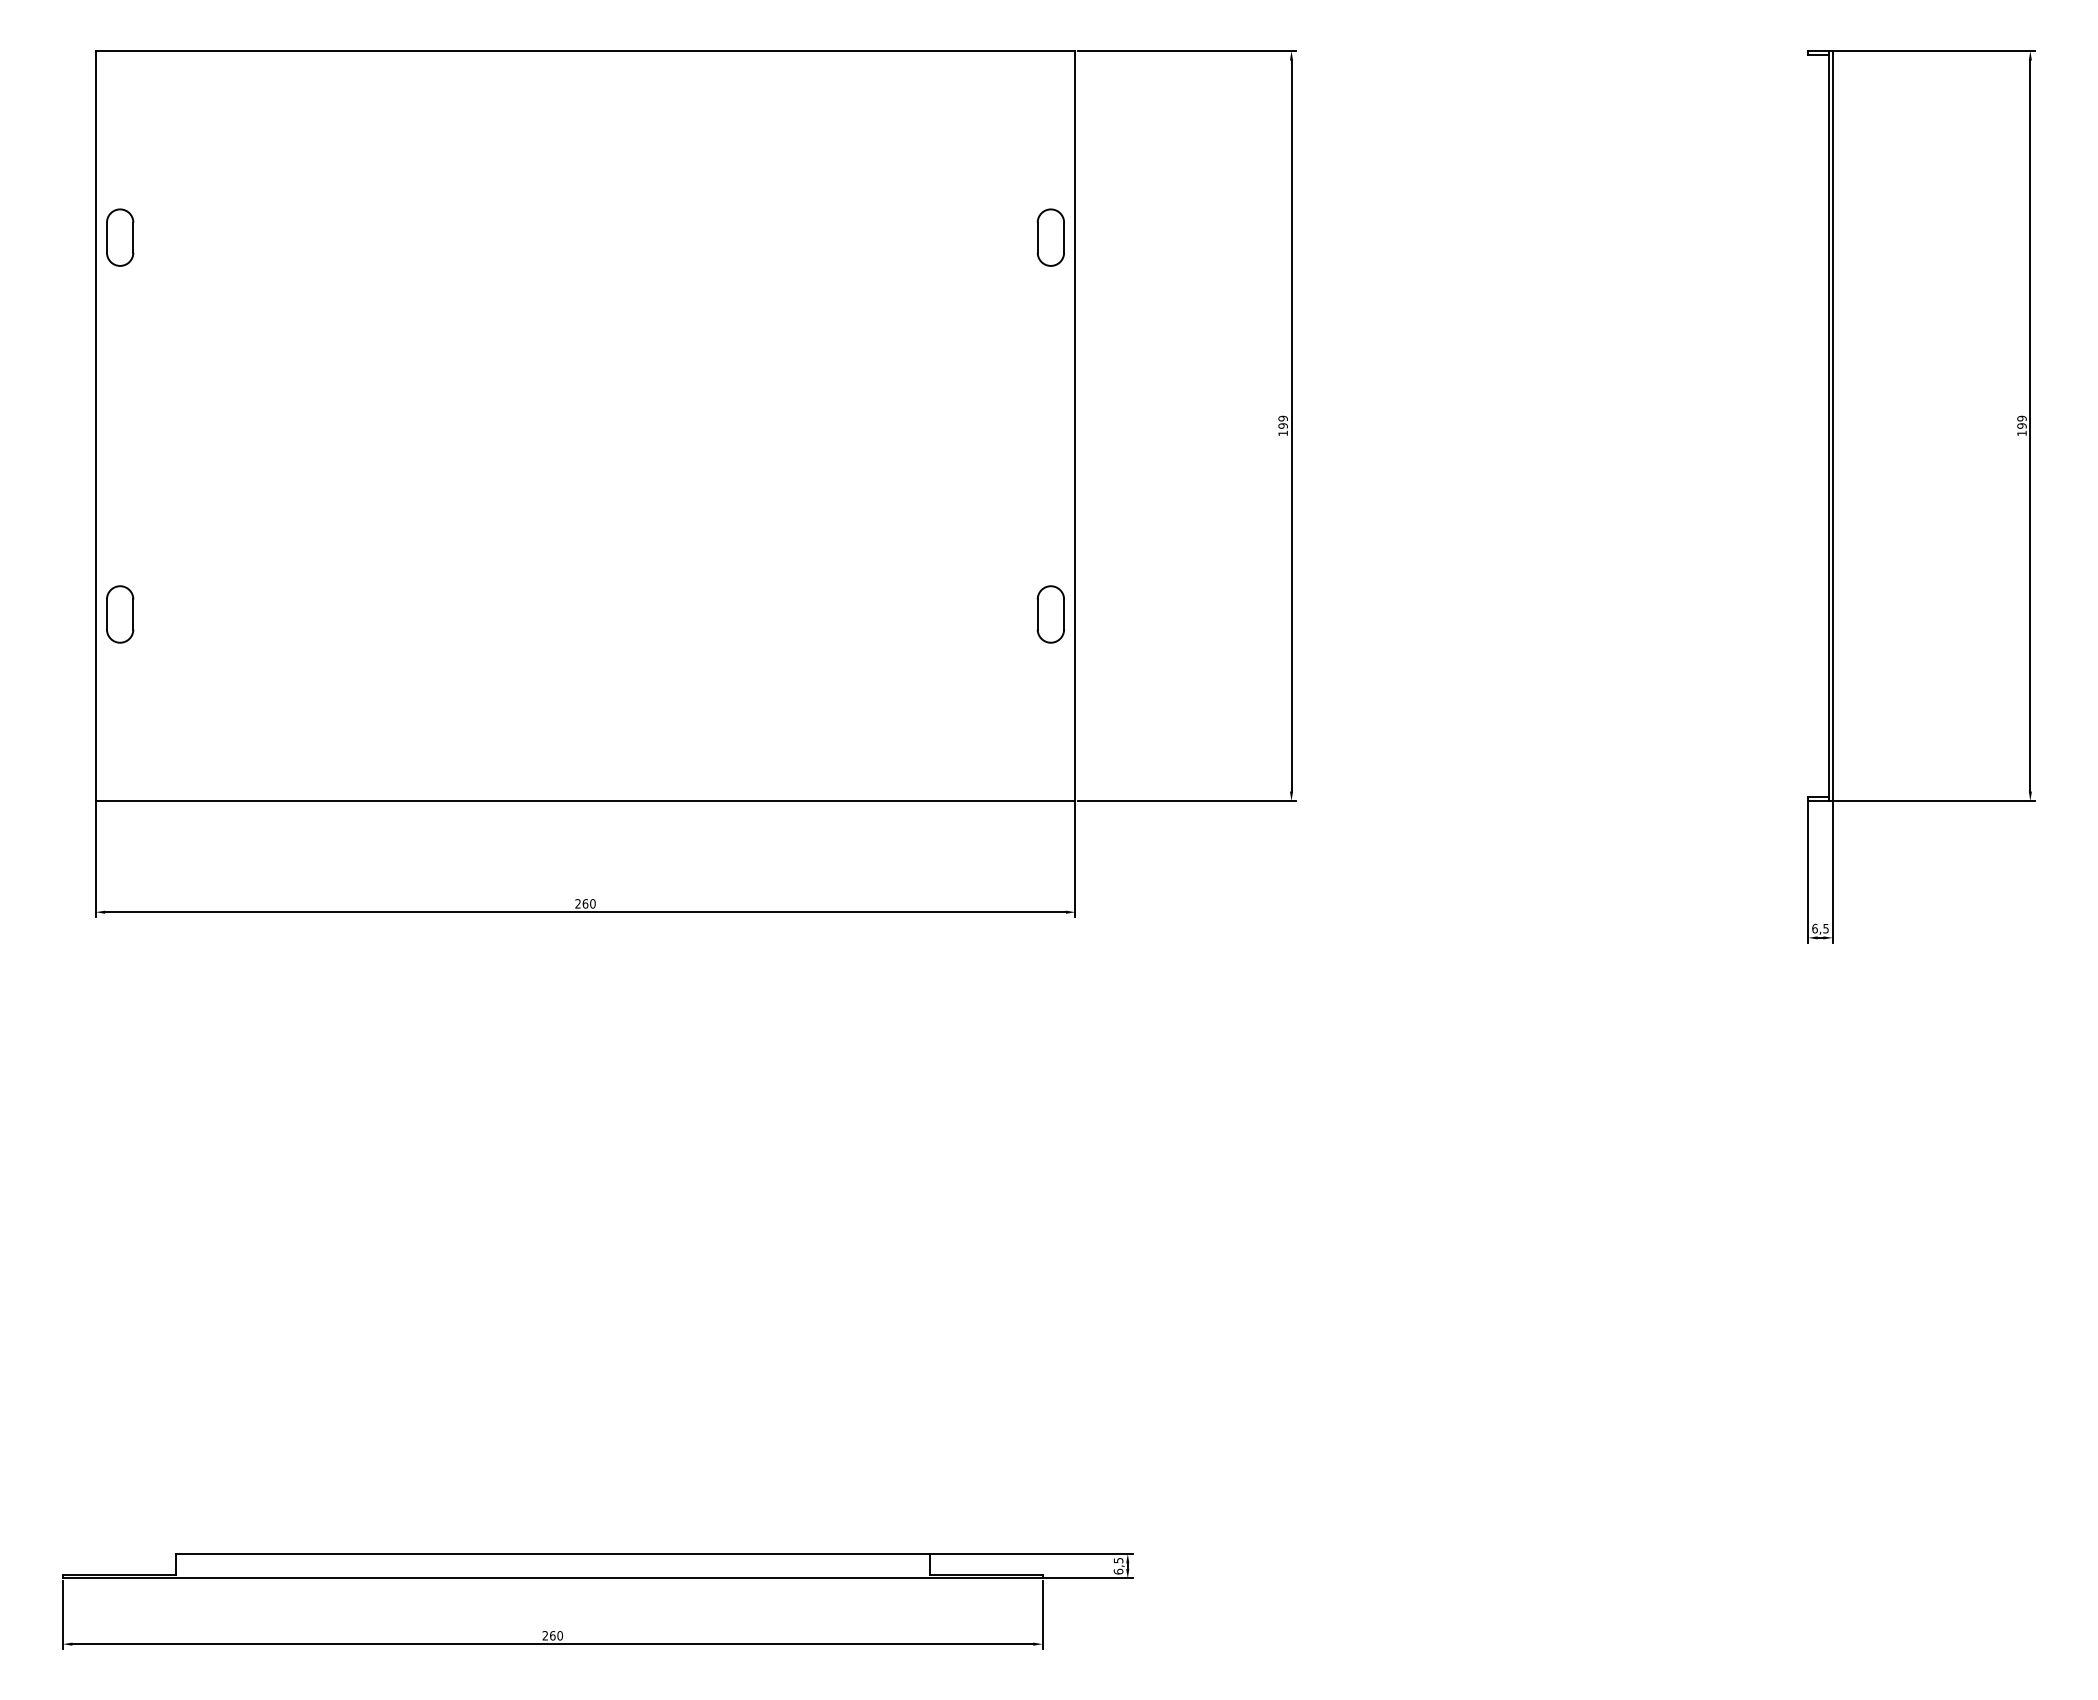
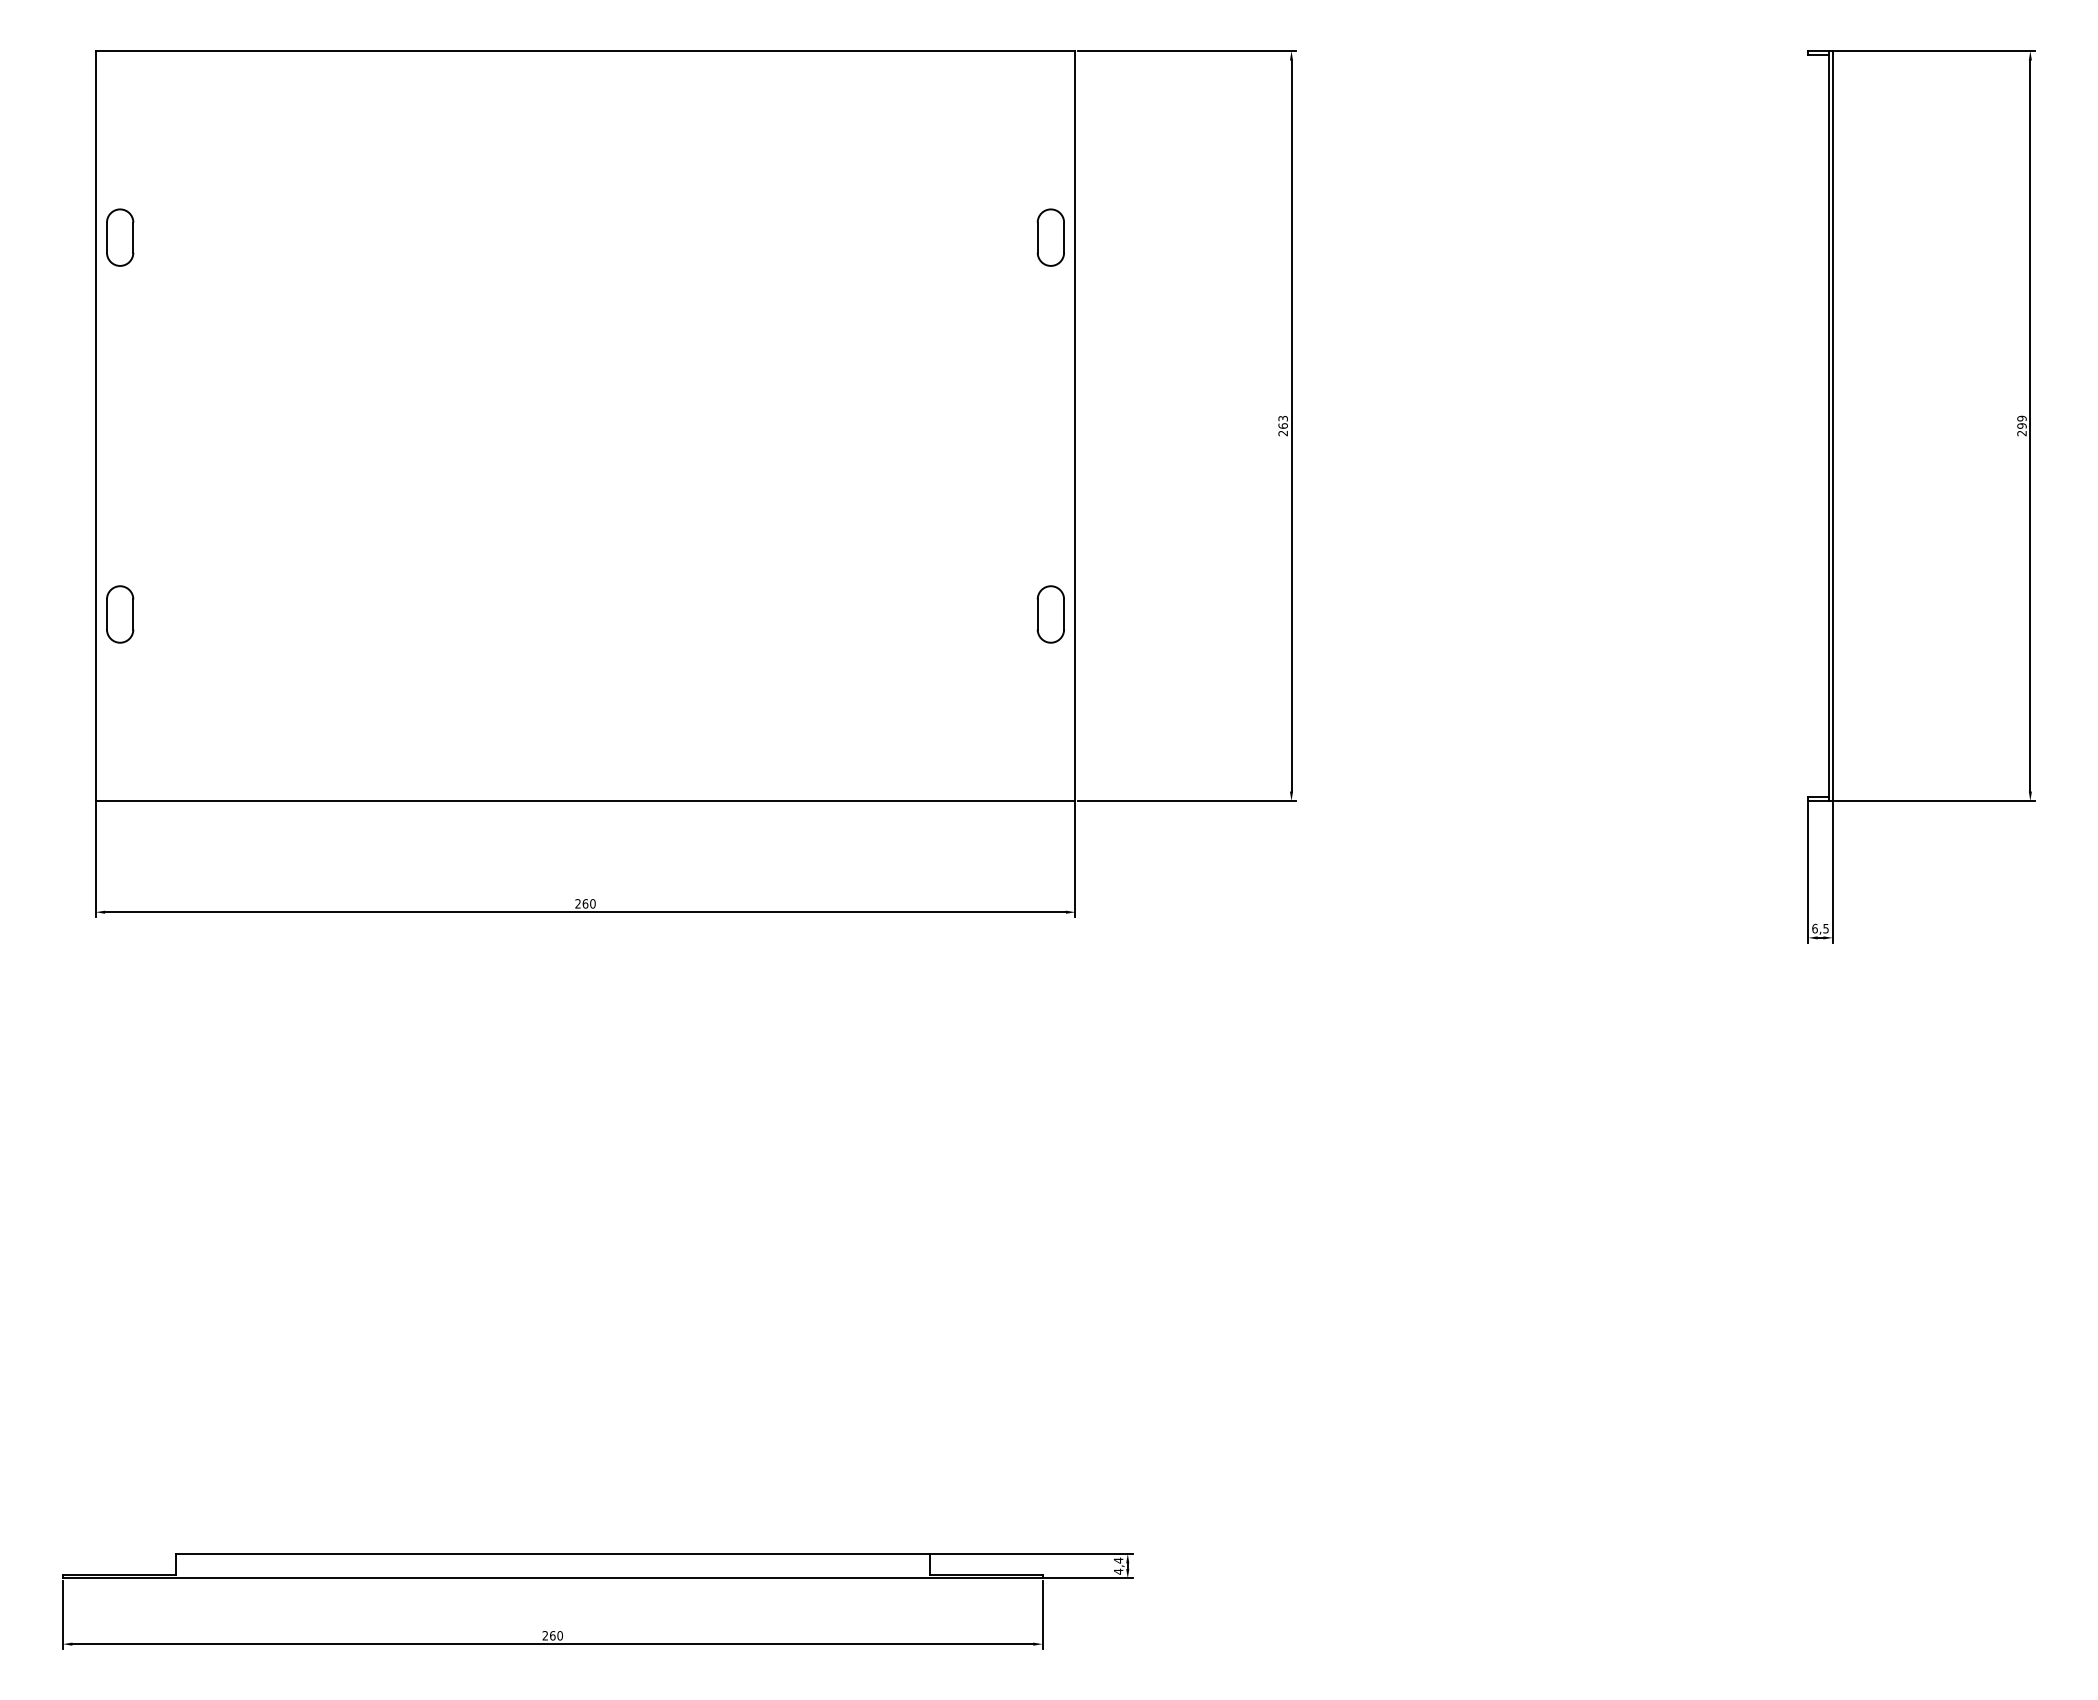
text at (1282, 425): 199 -> 263
text at (2021, 433): 199 -> 299
text at (1118, 1565): 6,5 -> 4,4
